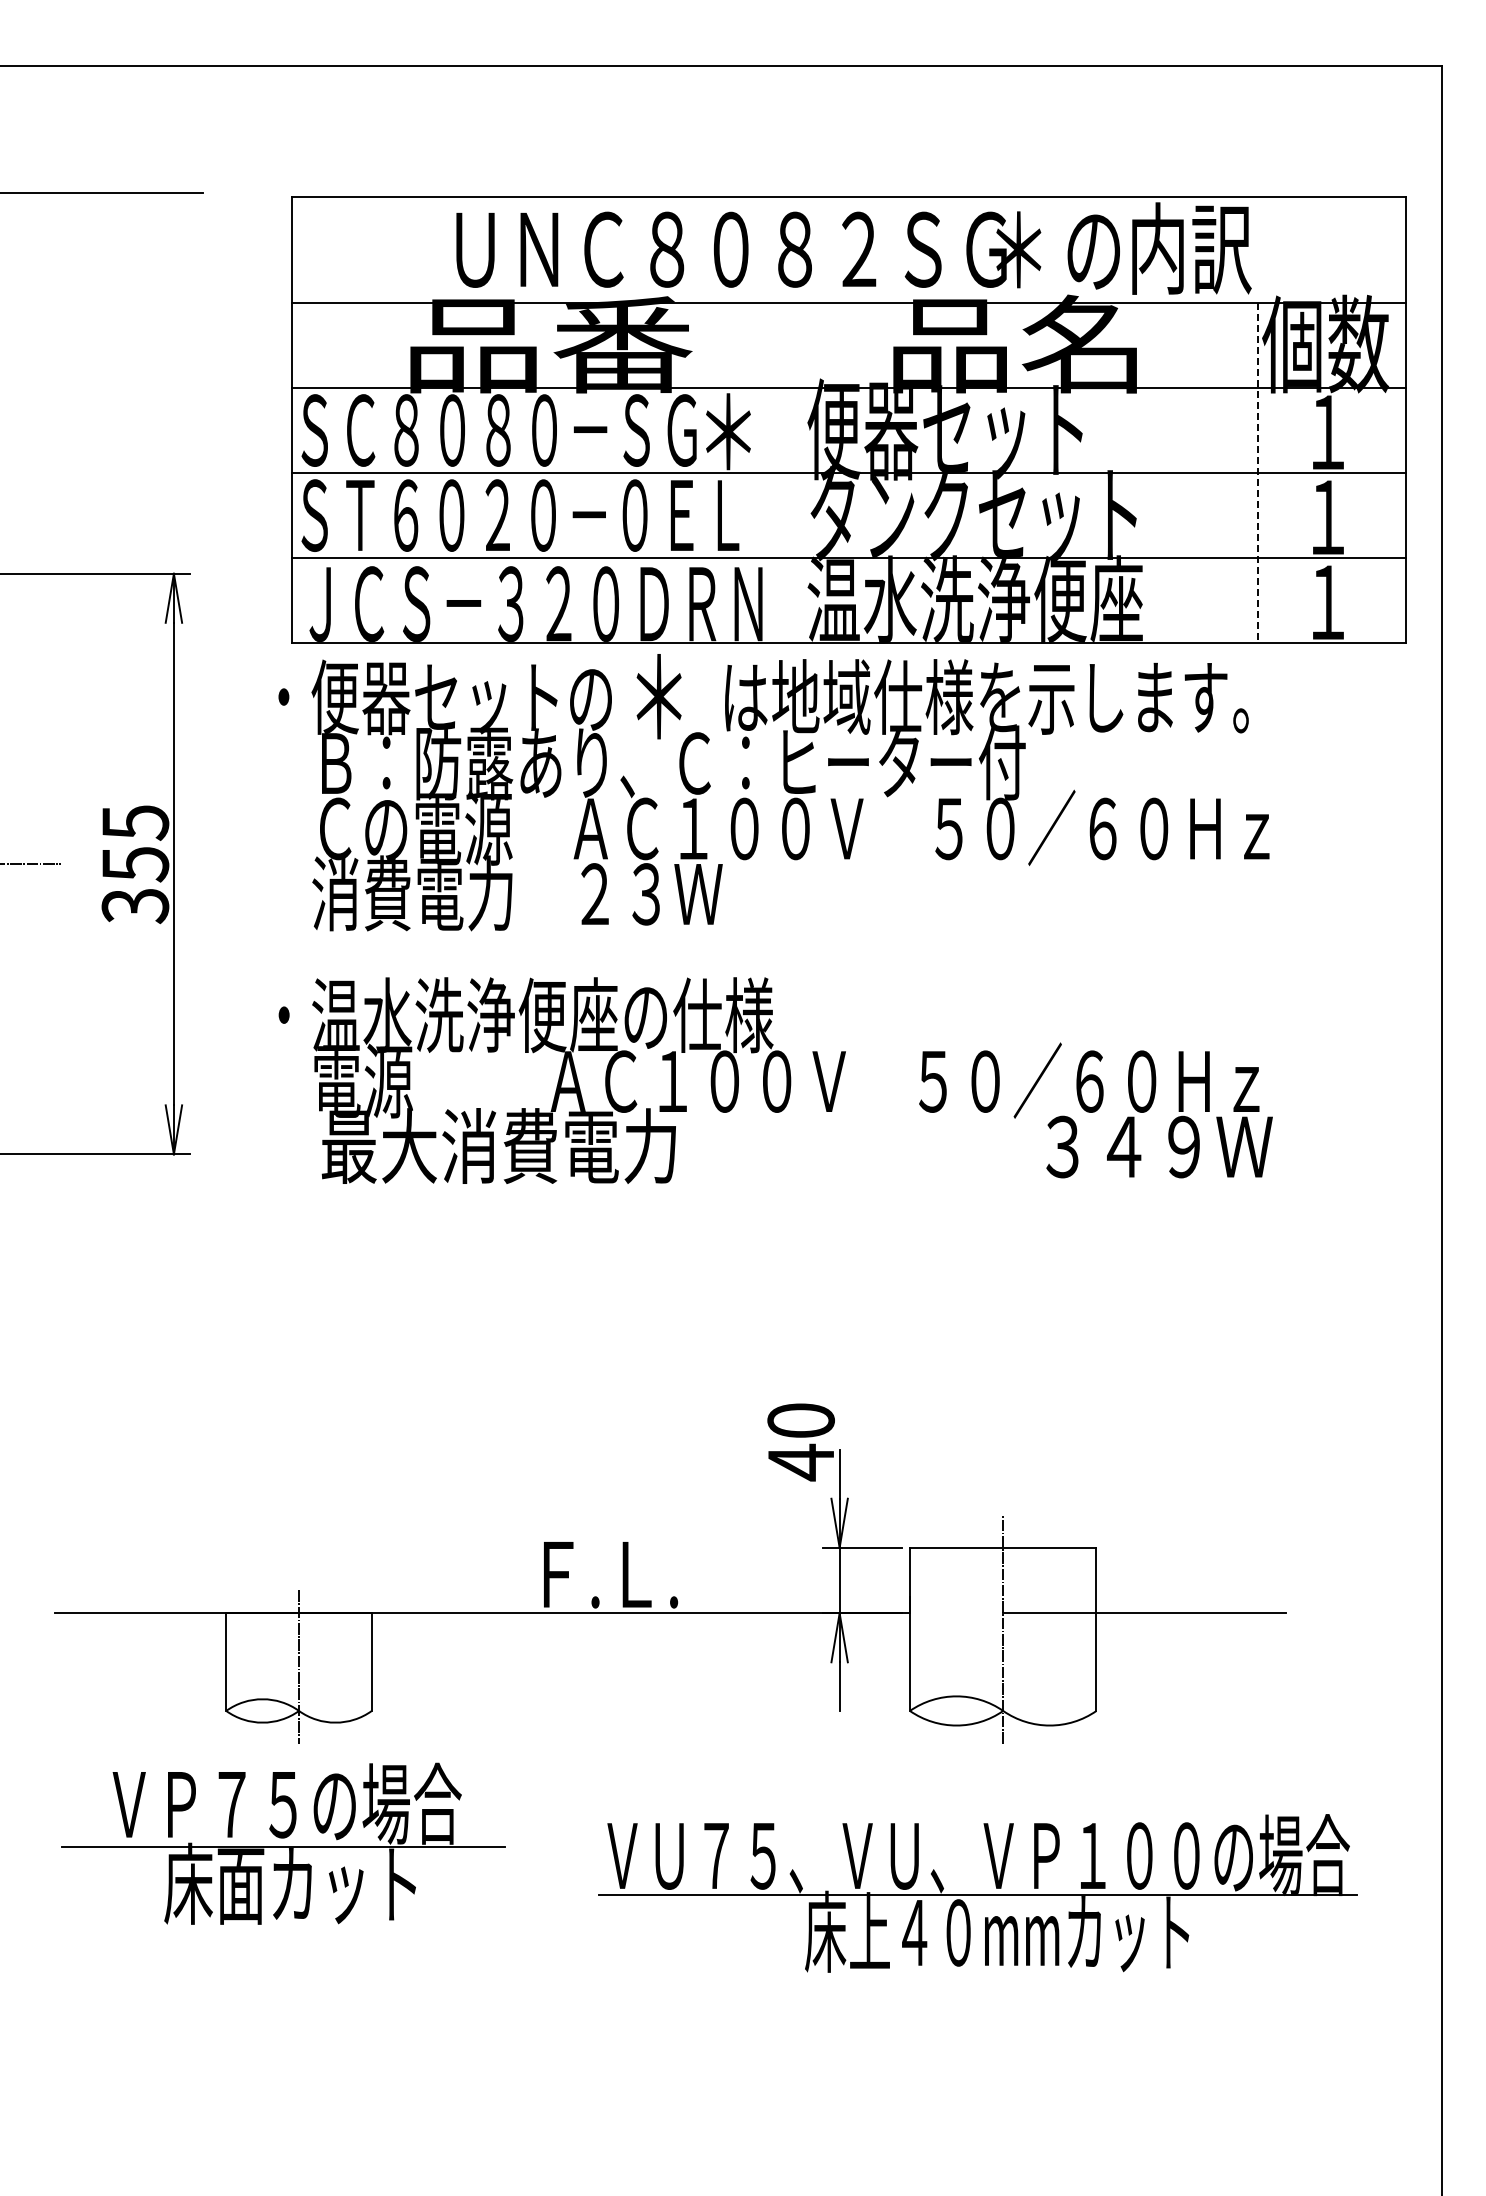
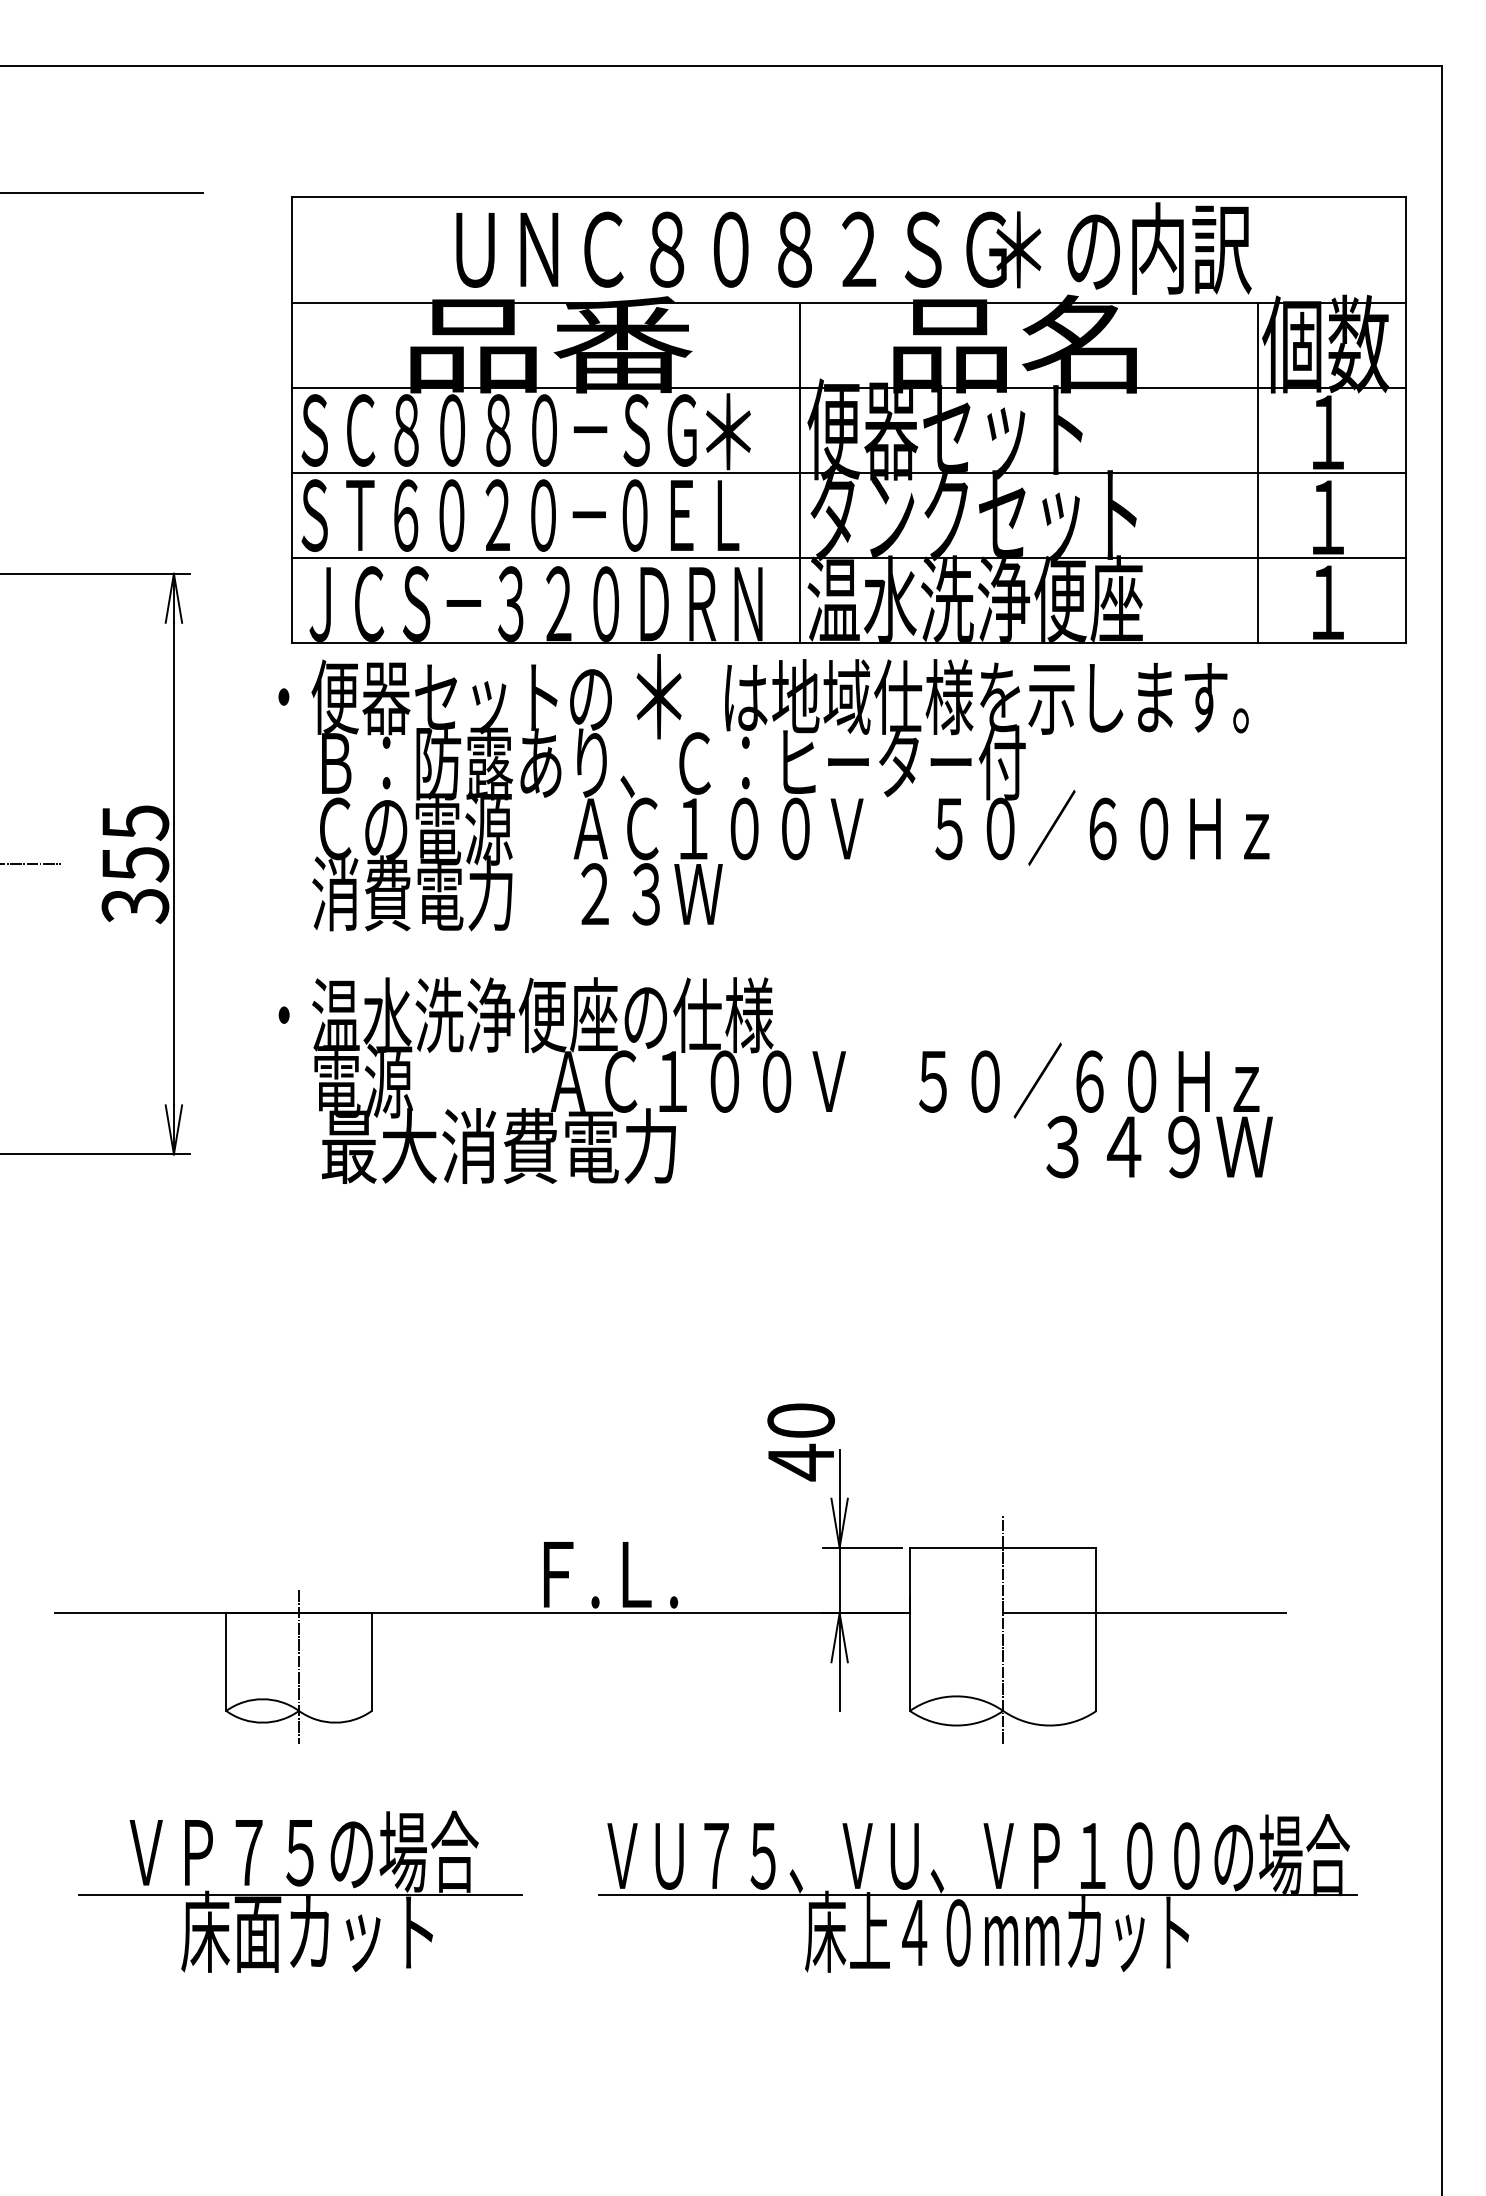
line at (800, 473): none -> present
line at (1258, 473): dashed -> solid
part at (283, 1843) position: (283, 1843) -> (300, 1891)
